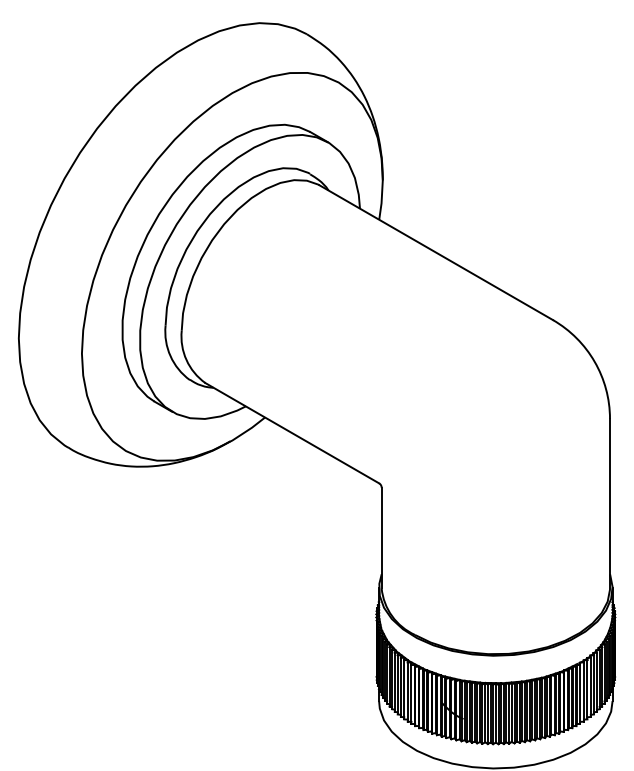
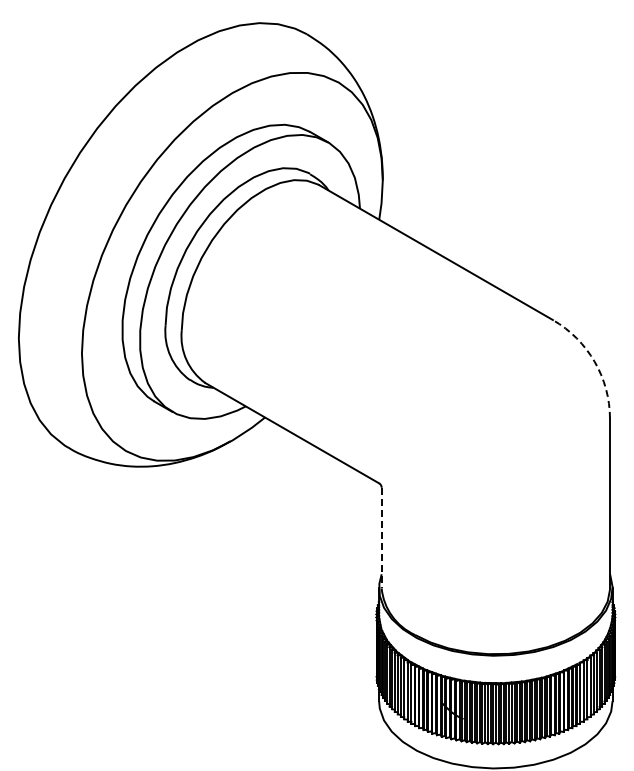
arc at (594, 361): solid -> dashed
line at (381, 538): solid -> dashed
